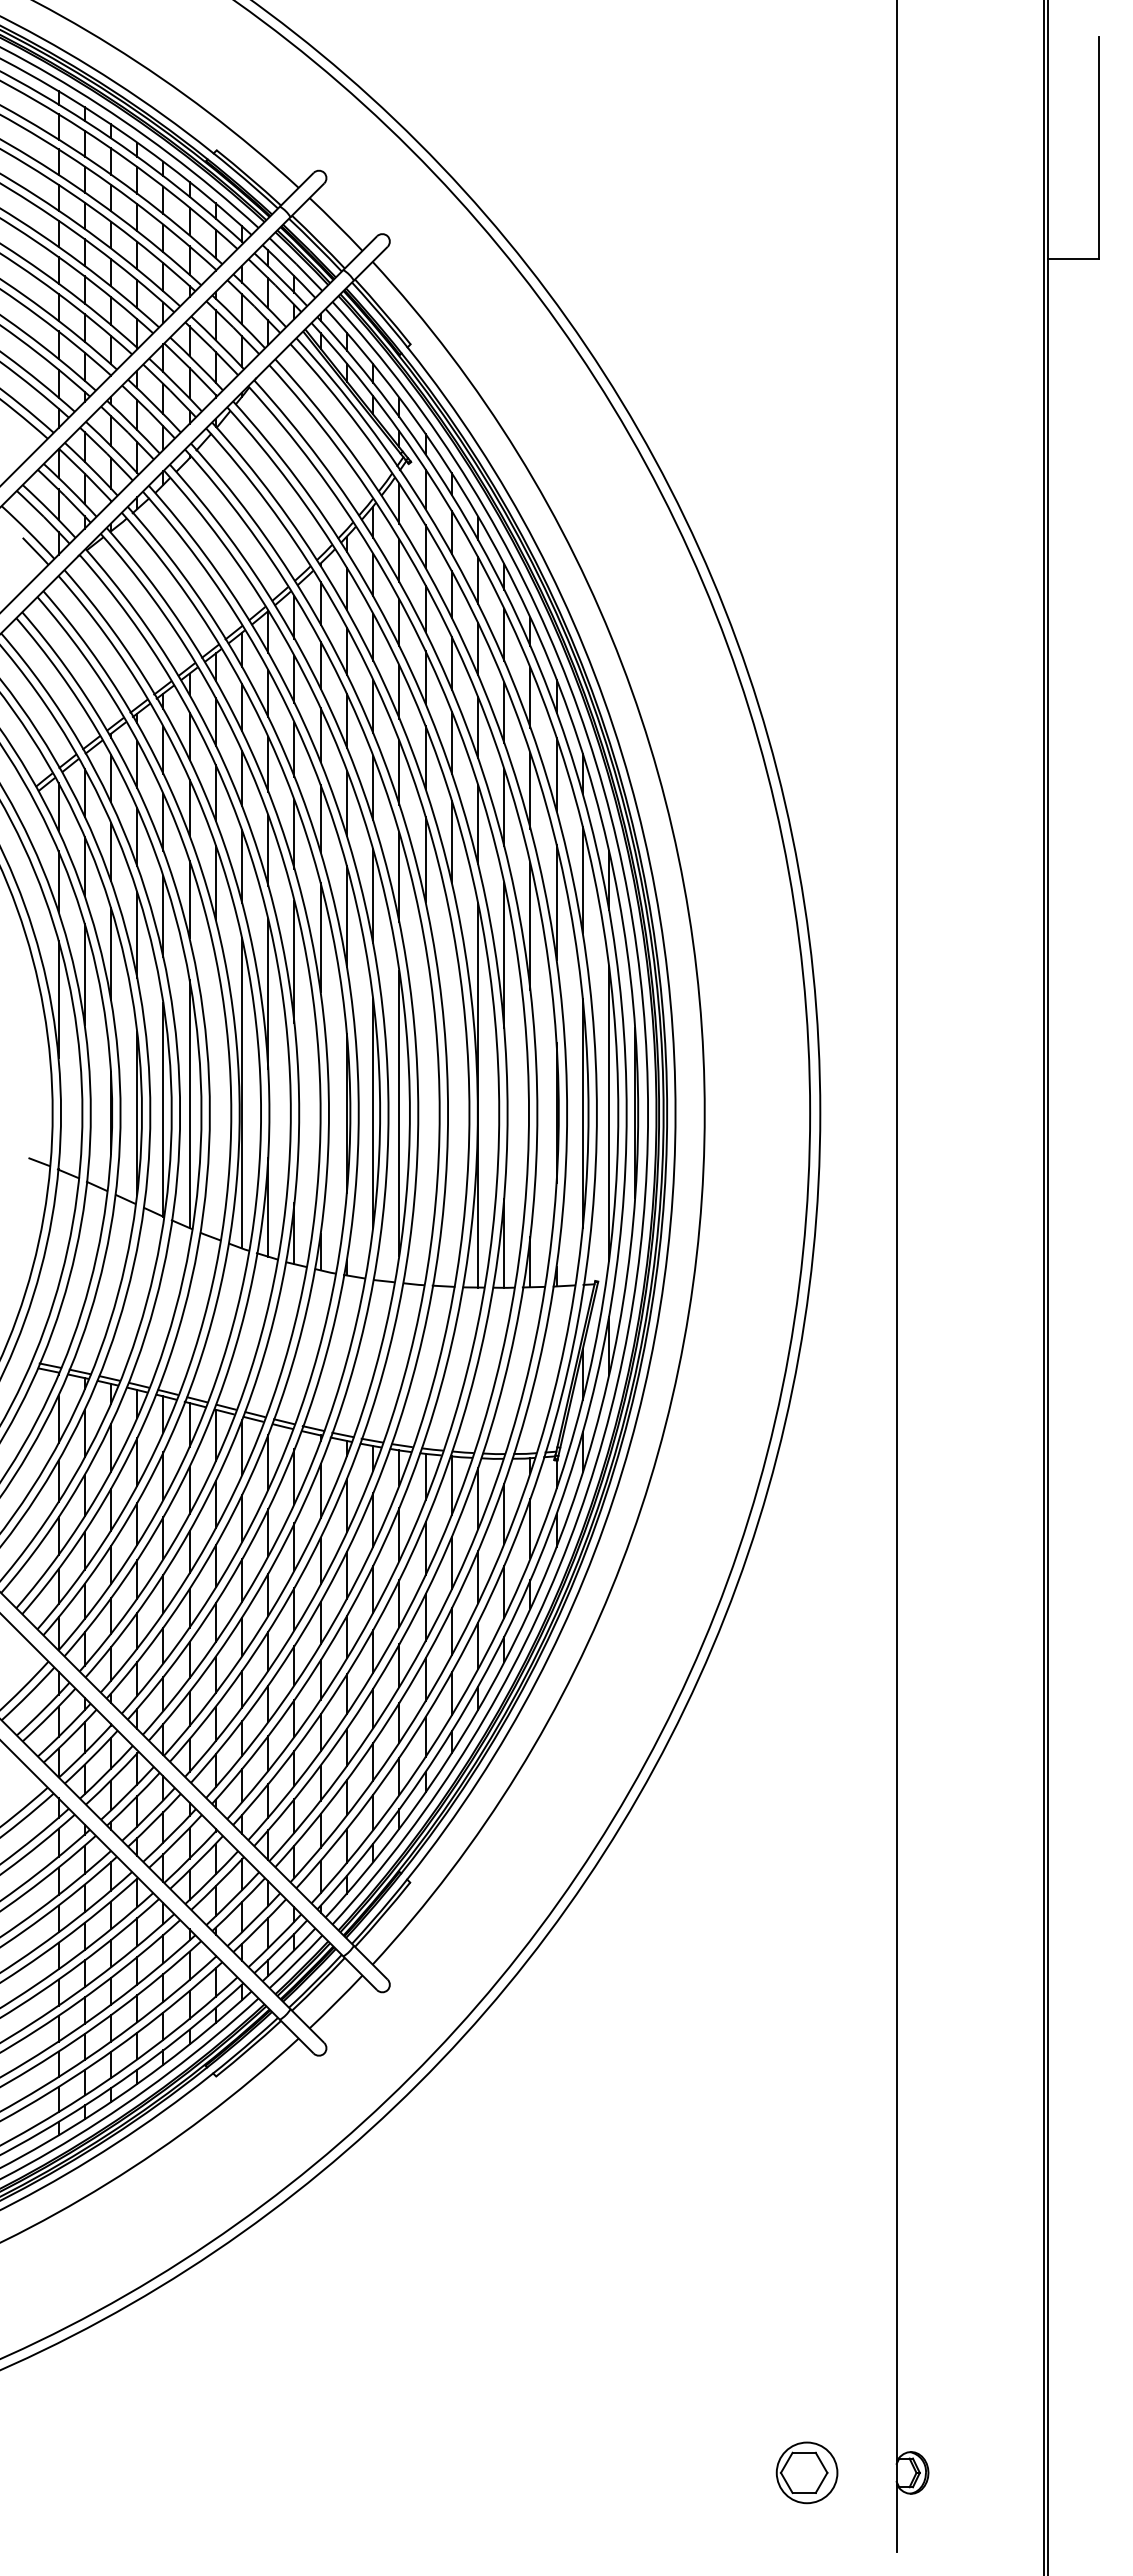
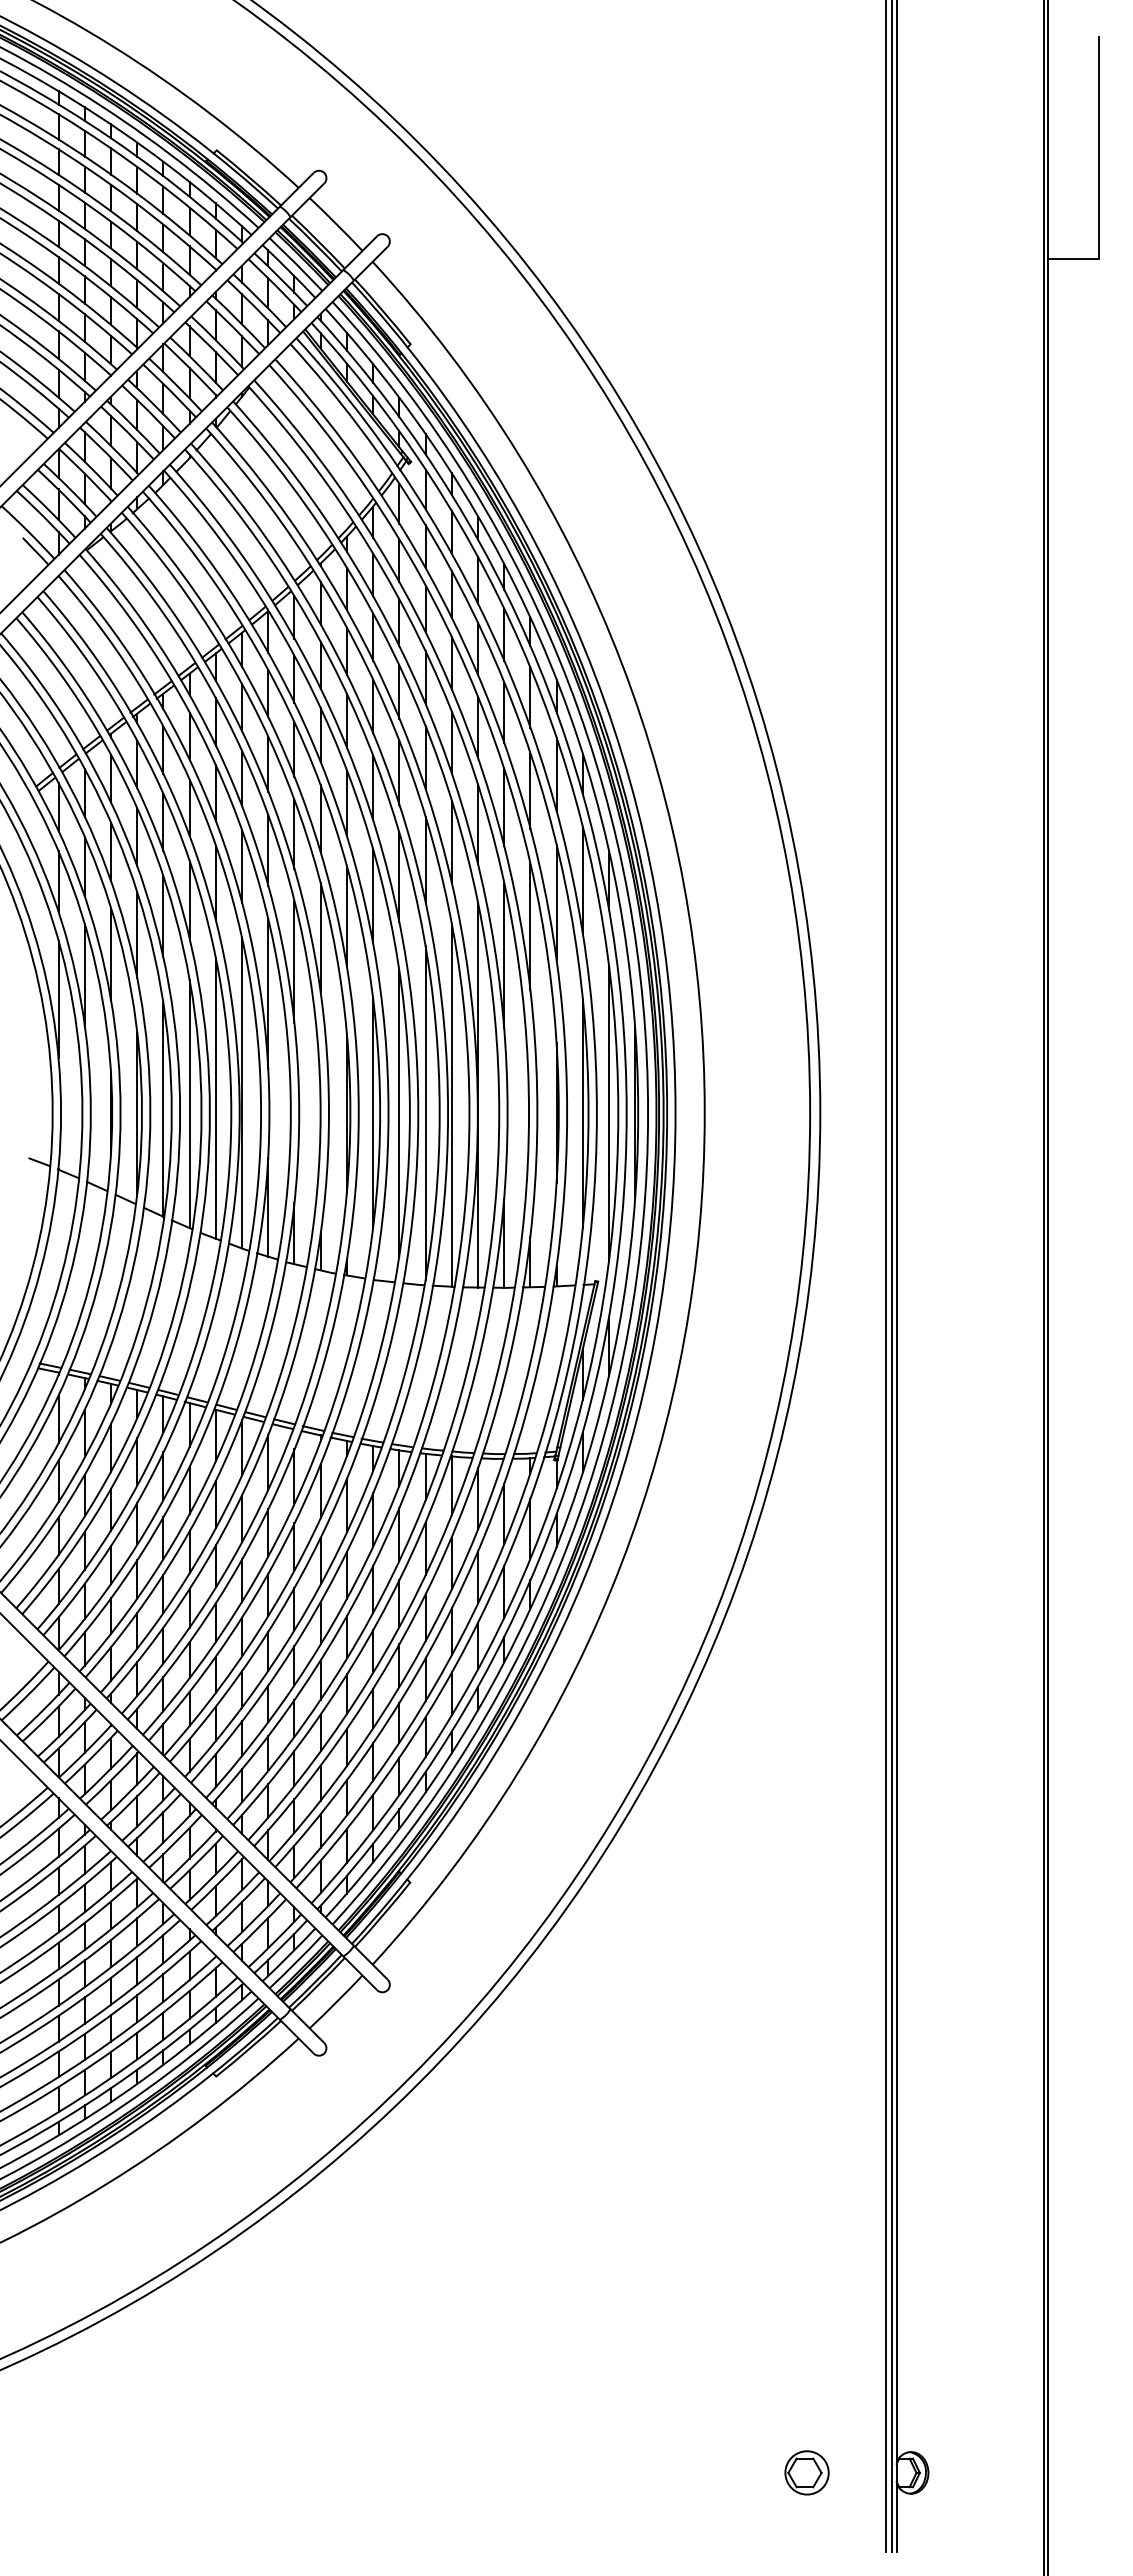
line at (215, 1098): none -> present
line at (451, 1104): none -> present
line at (425, 1113): none -> present
line at (886, 1277): none -> present
line at (892, 1277): none -> present
part at (806, 2472) size: 64x64 px -> 46x46 px
